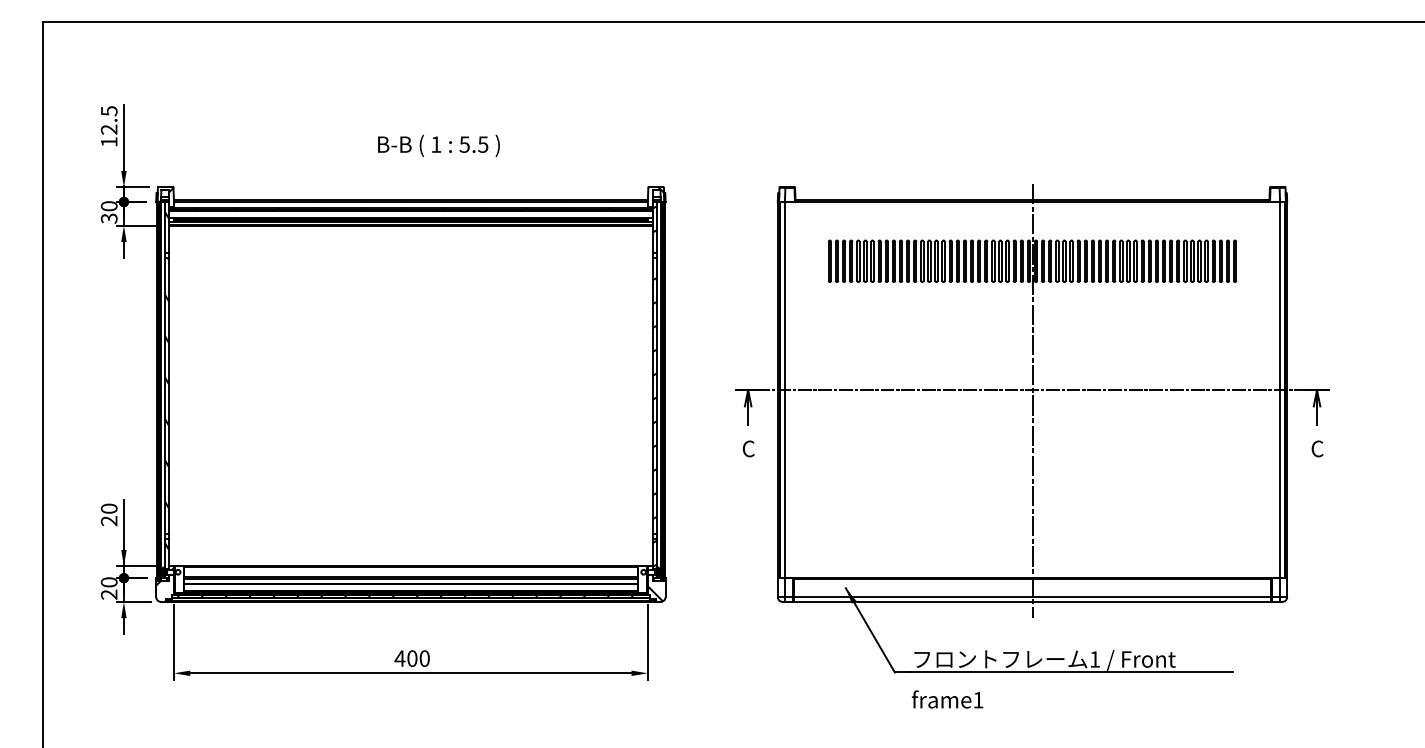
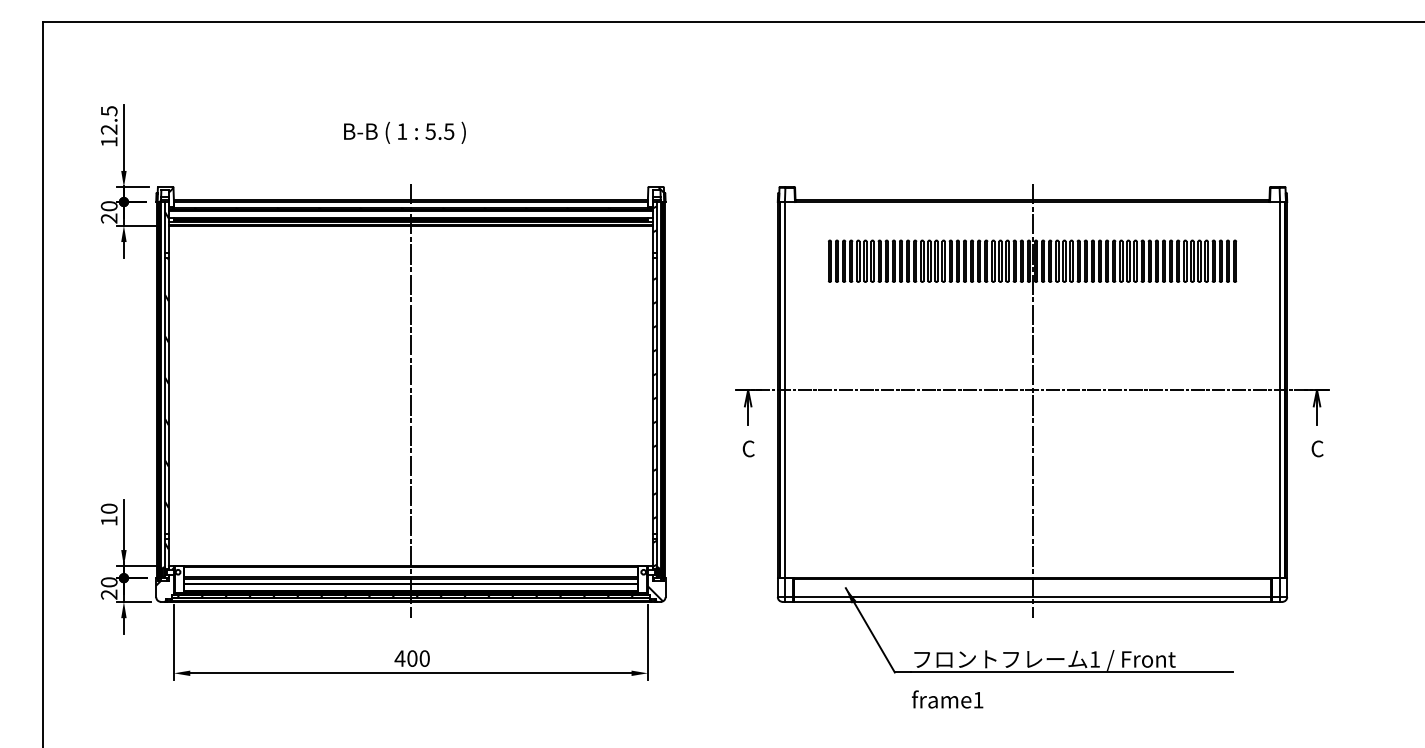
text at (438, 145) position: (438, 145) -> (404, 132)
text at (109, 218): 30 -> 20
line at (410, 401): none -> present
text at (108, 521): 20 -> 10
